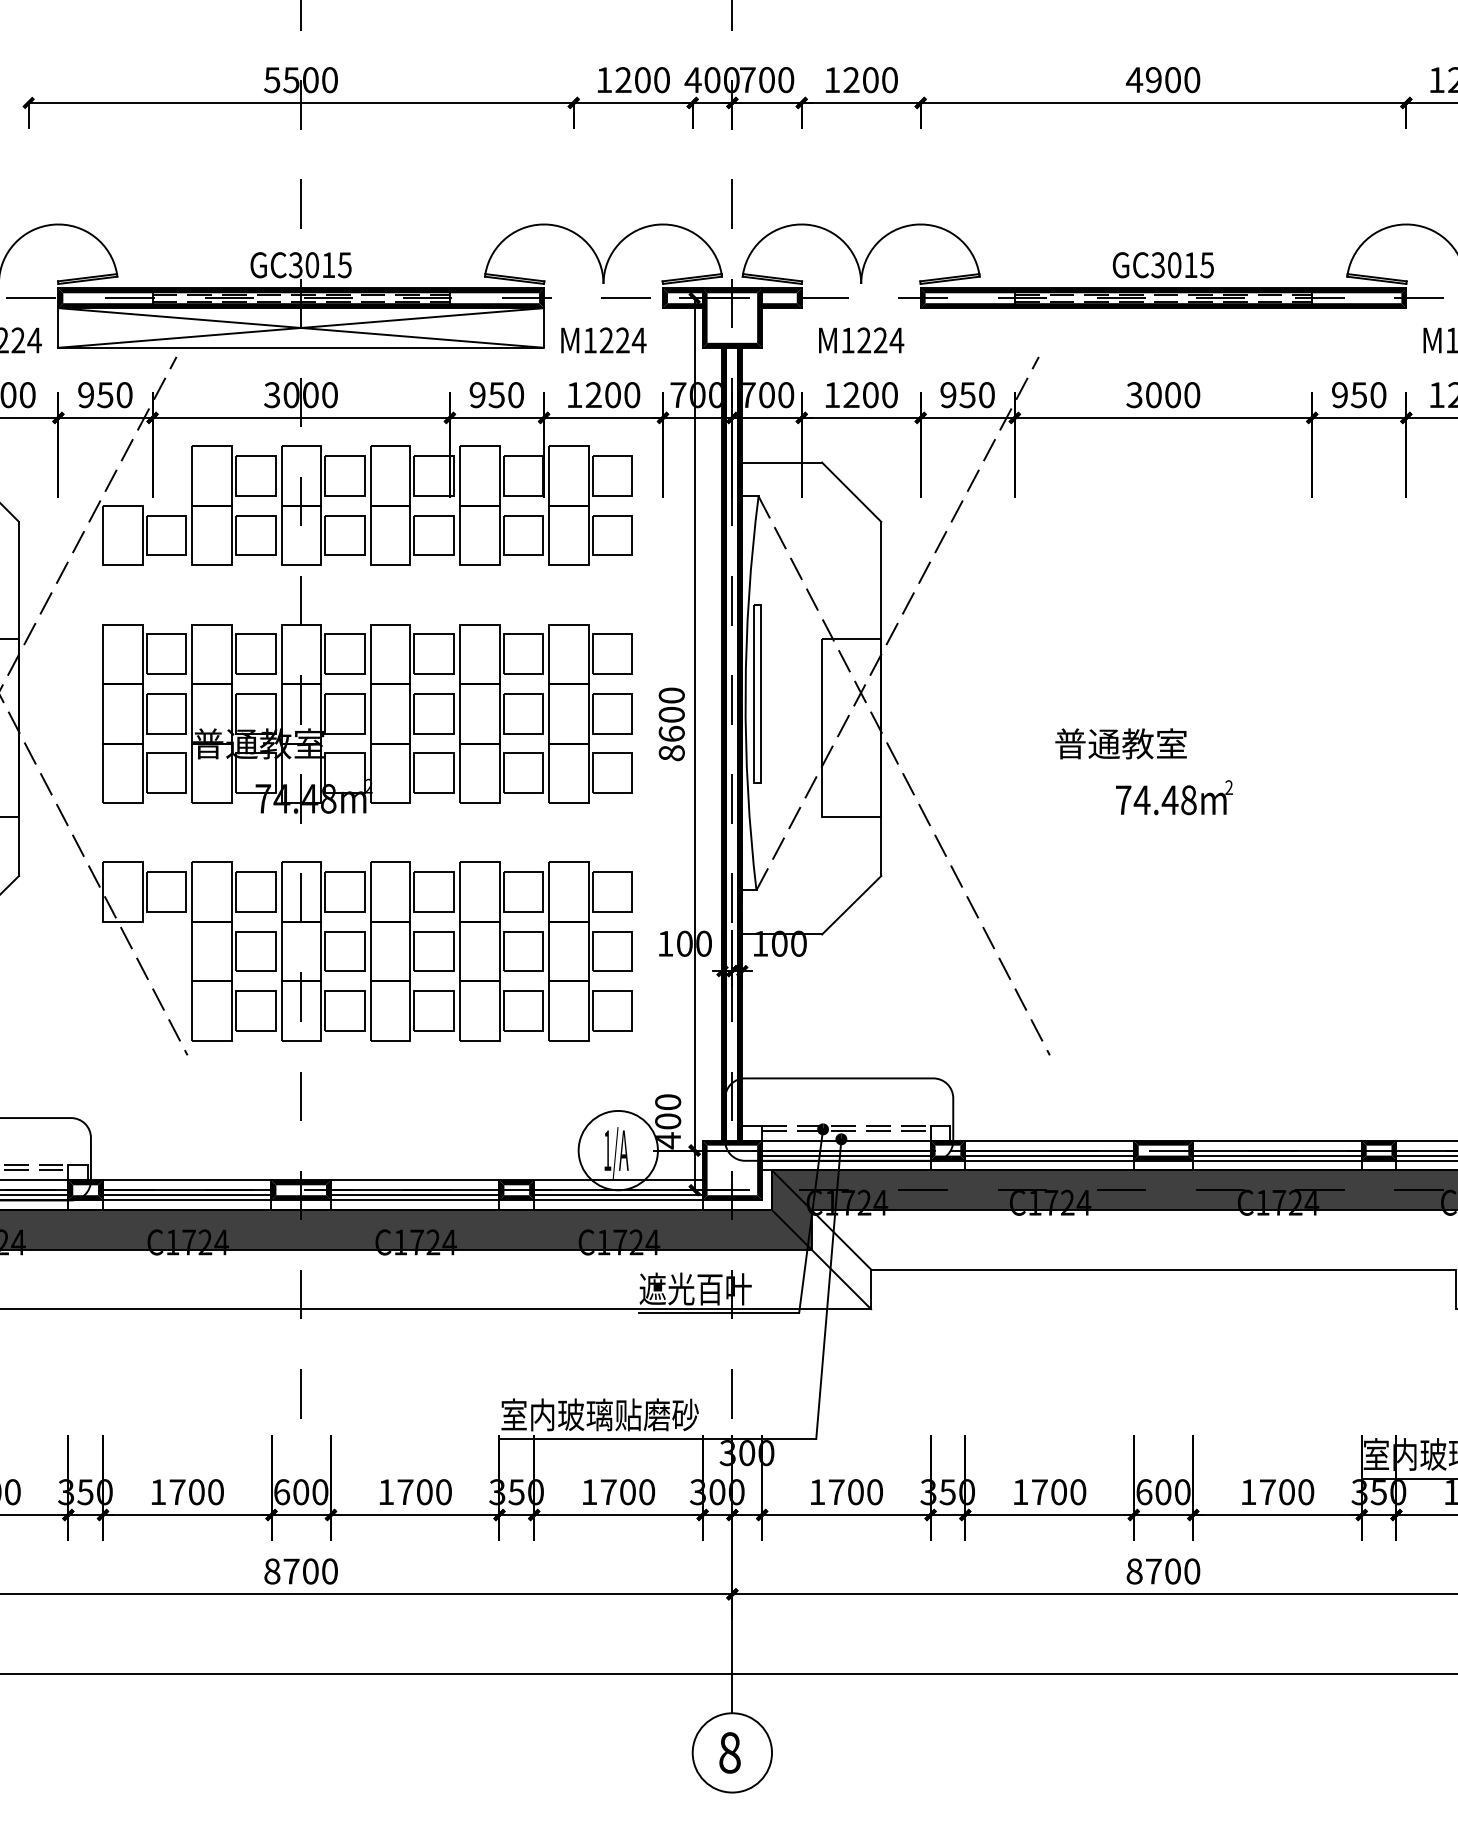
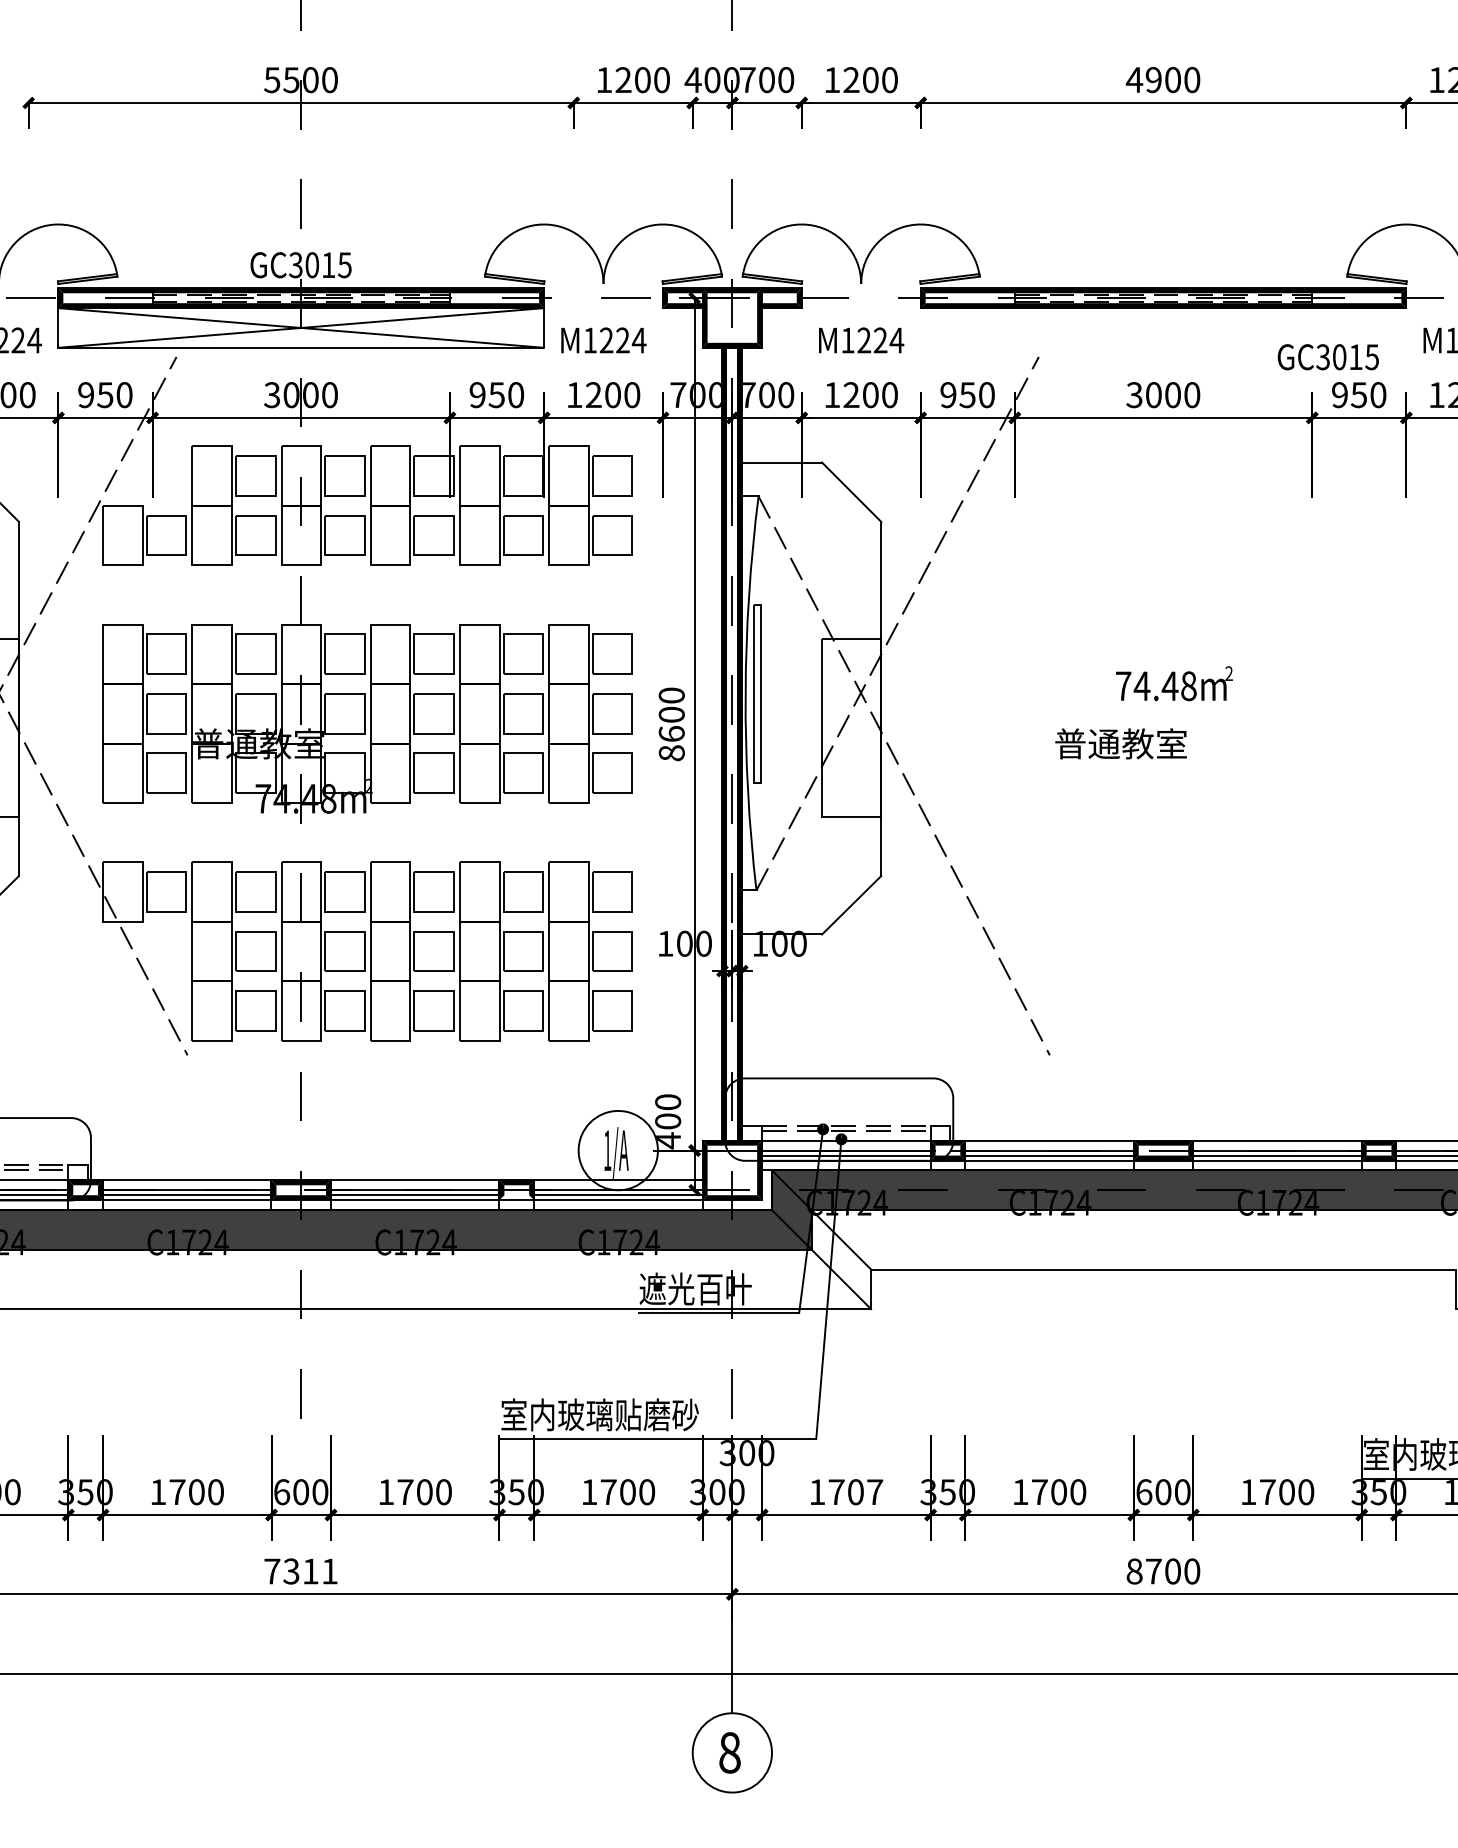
text at (1162, 265) position: (1162, 265) -> (1327, 357)
text at (1174, 797) position: (1174, 797) -> (1174, 683)
fill at (516, 1197): present -> none
text at (875, 1492): 1700 -> 1707
text at (300, 1571): 8700 -> 7311
